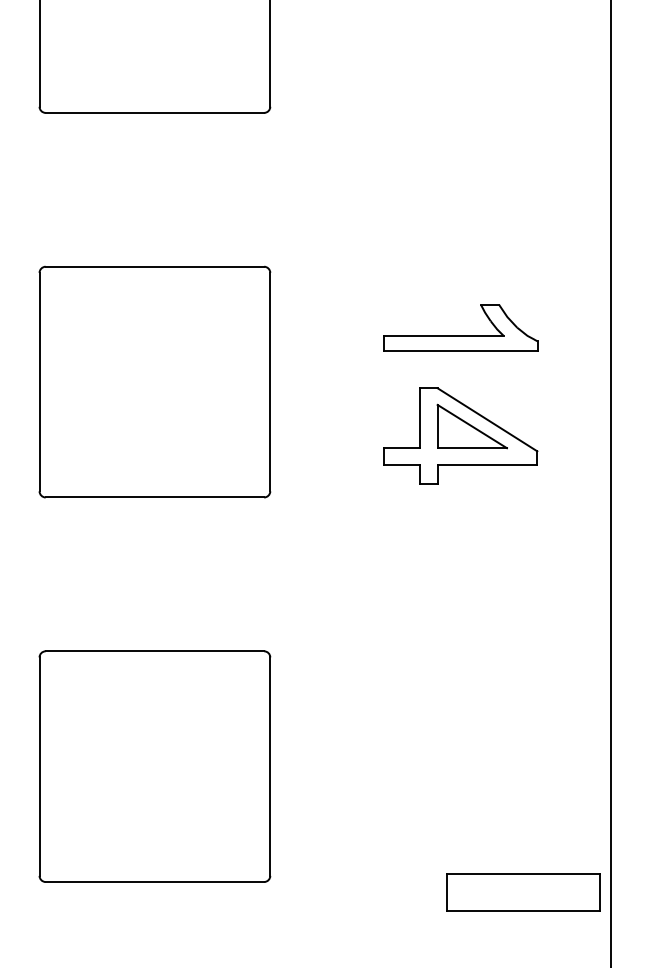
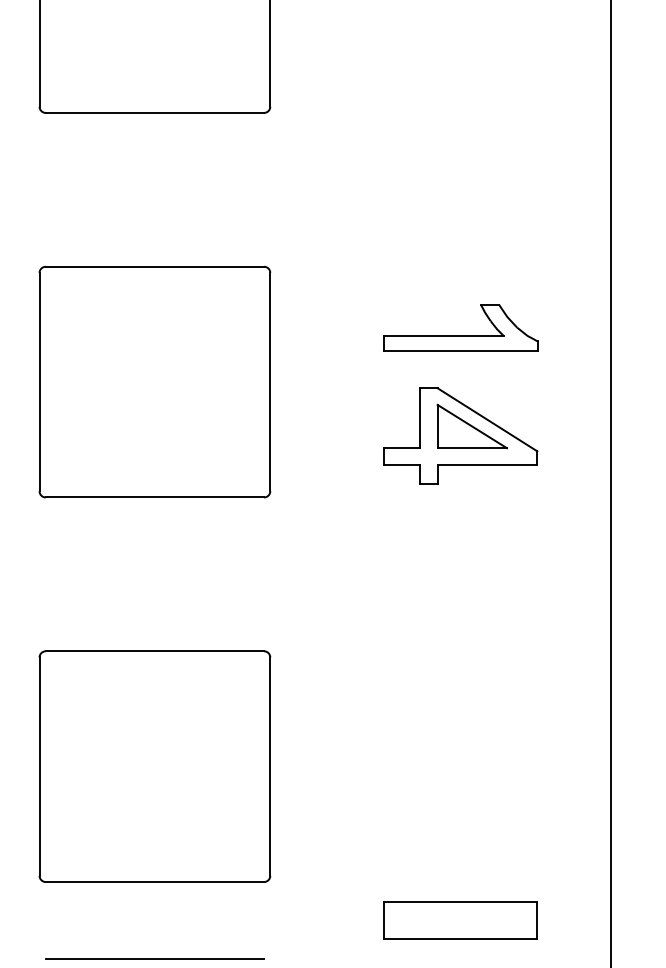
part at (523, 892) position: (523, 892) -> (460, 920)
line at (154, 958): none -> present
